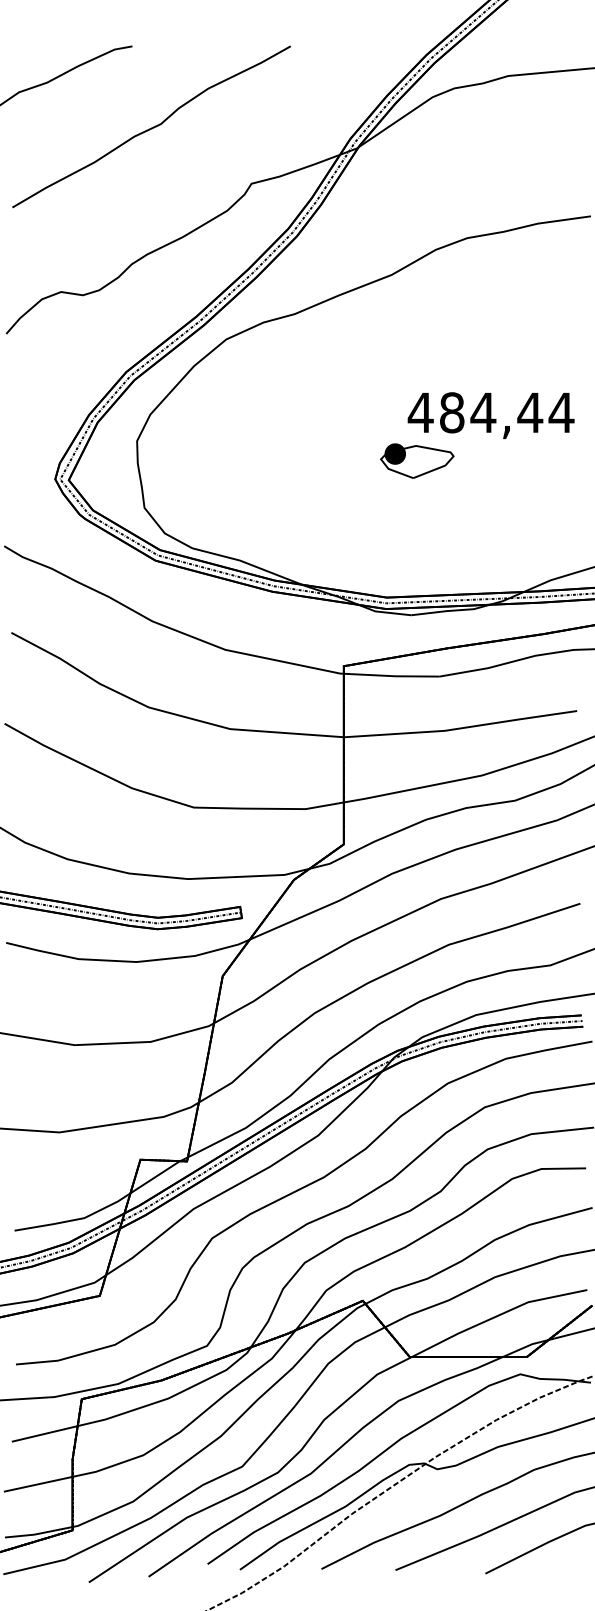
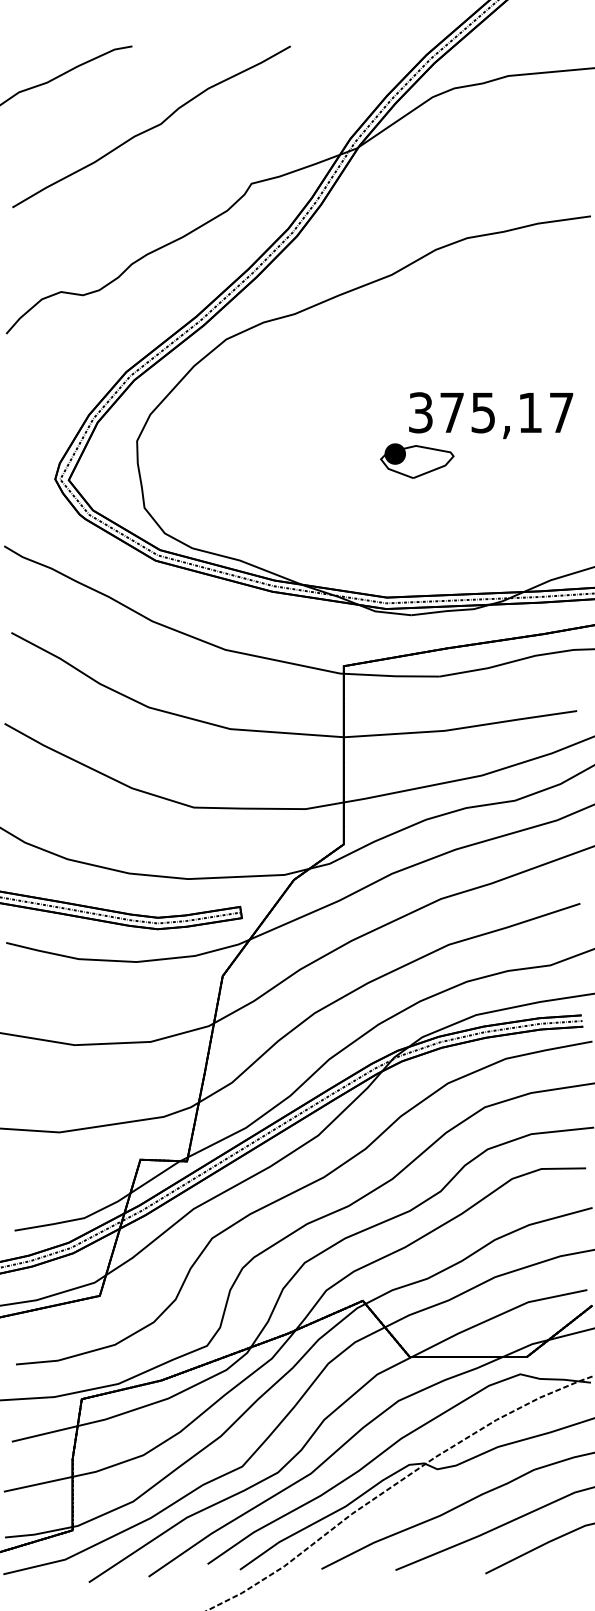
text at (490, 412): 484,44 -> 375,17
